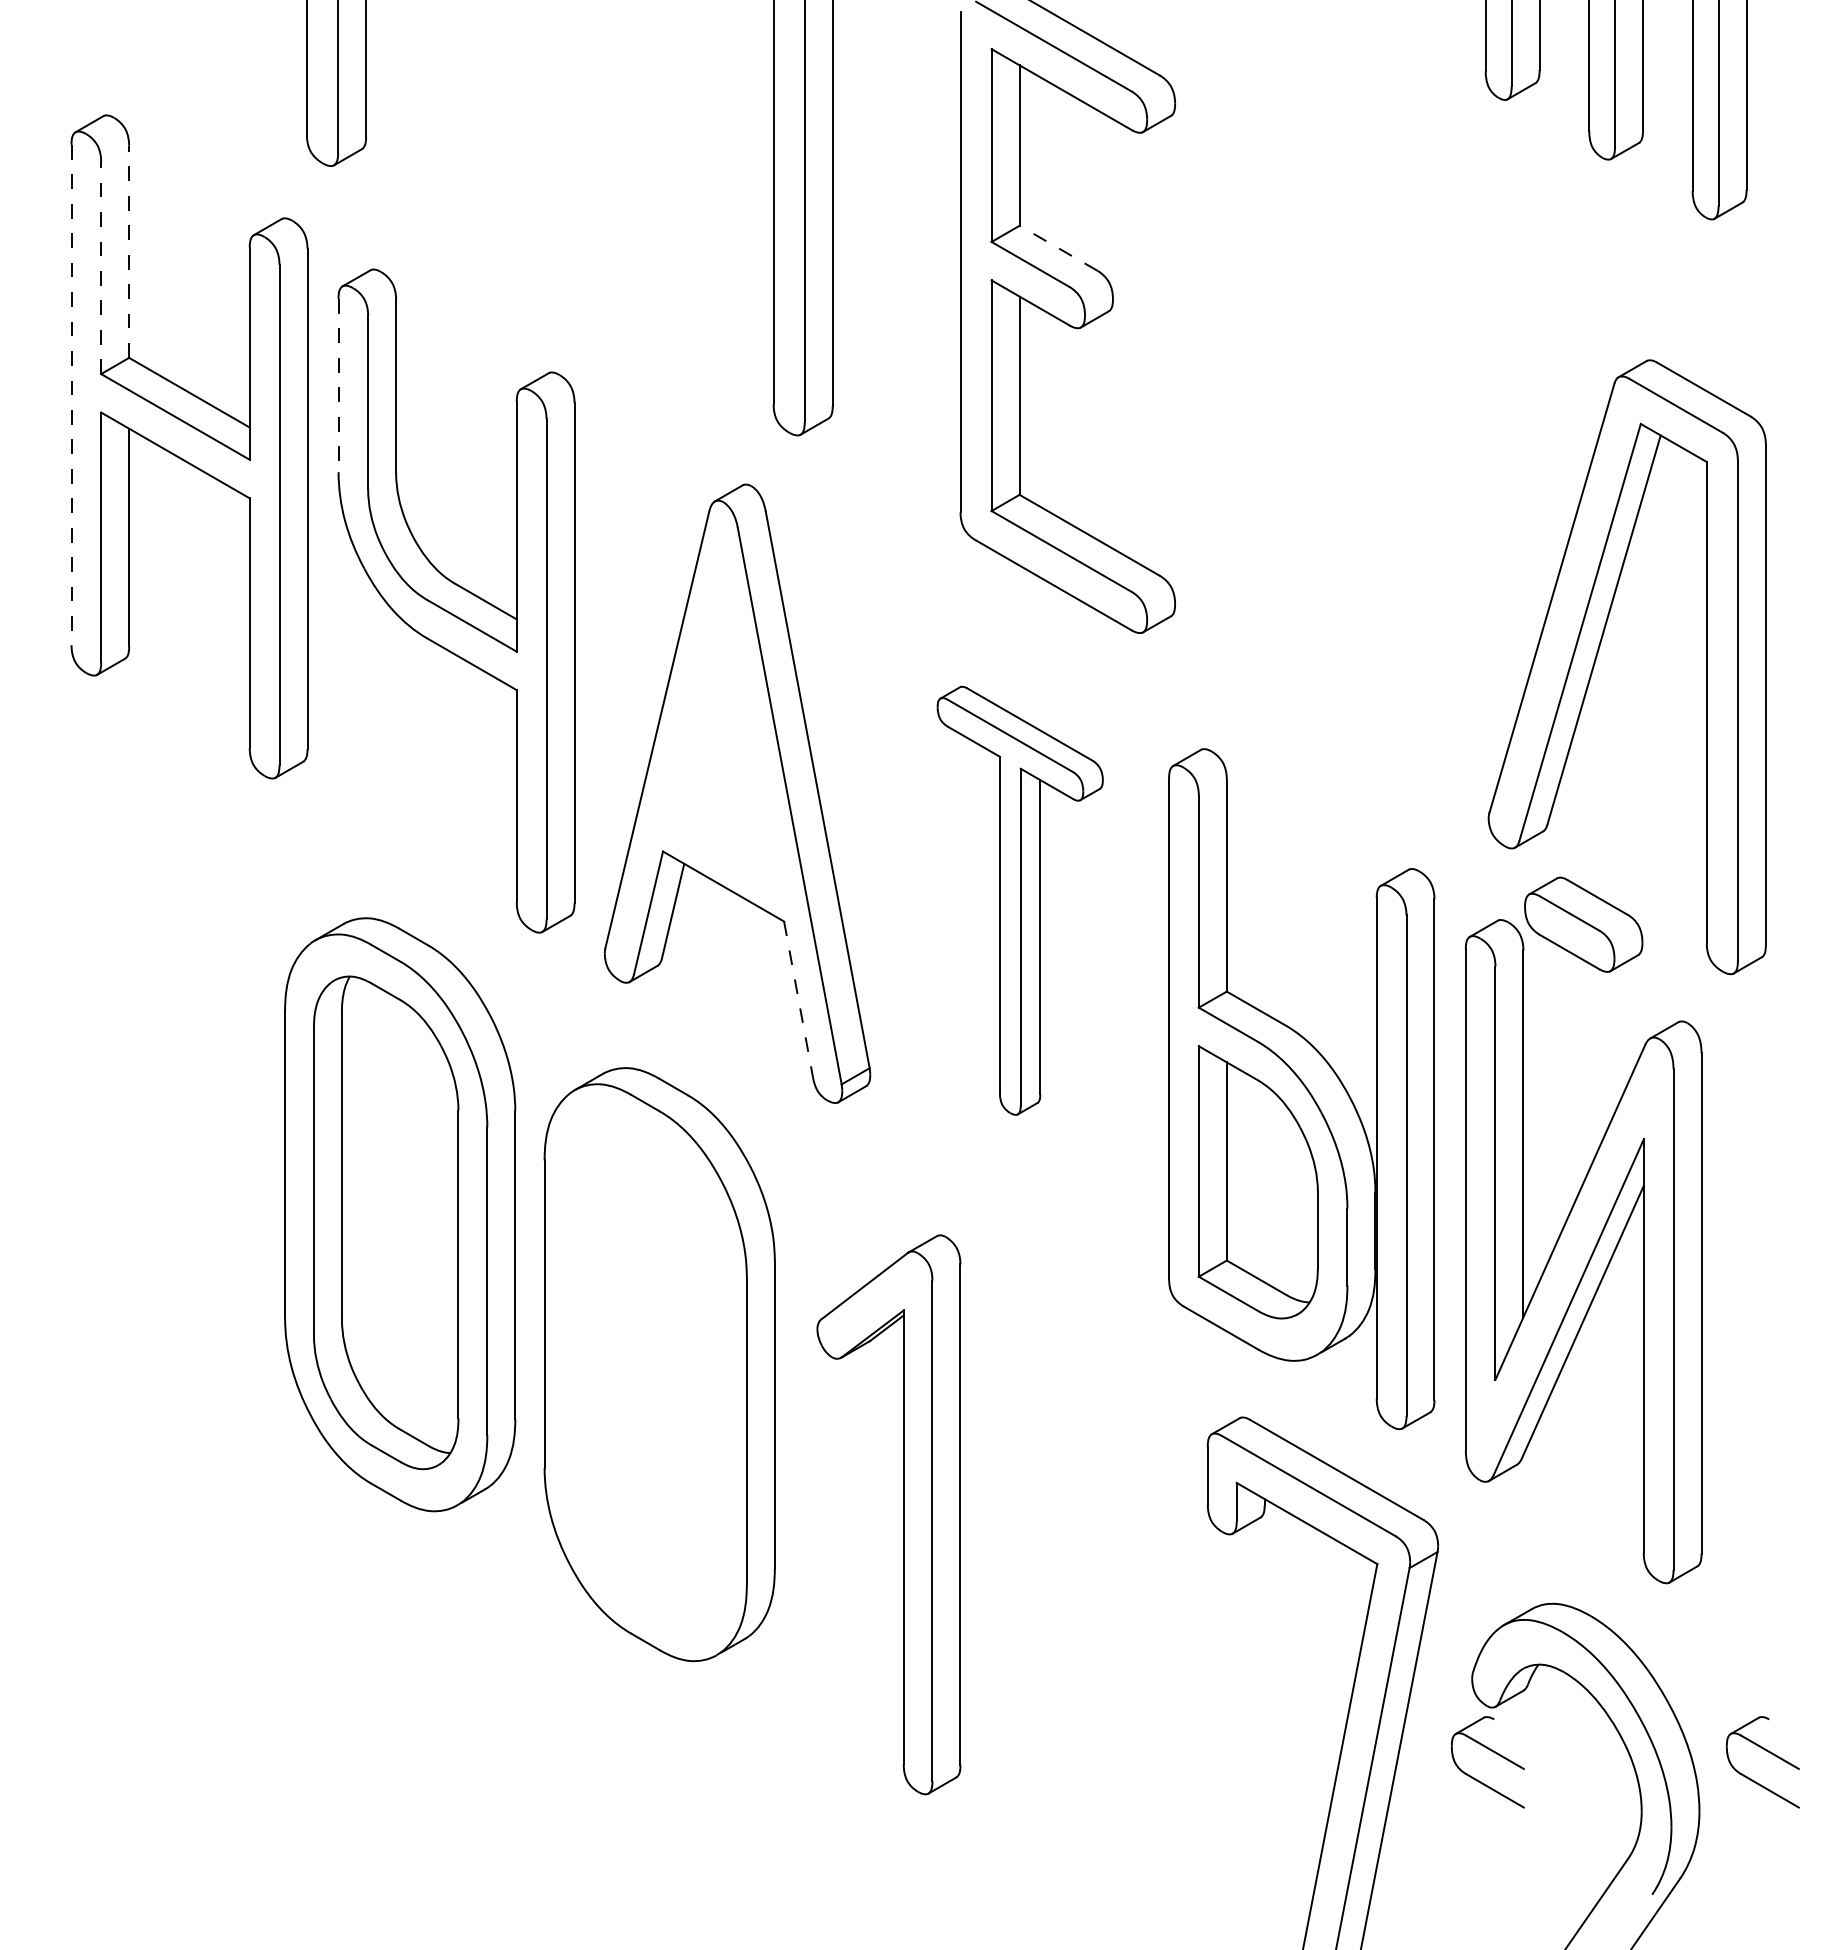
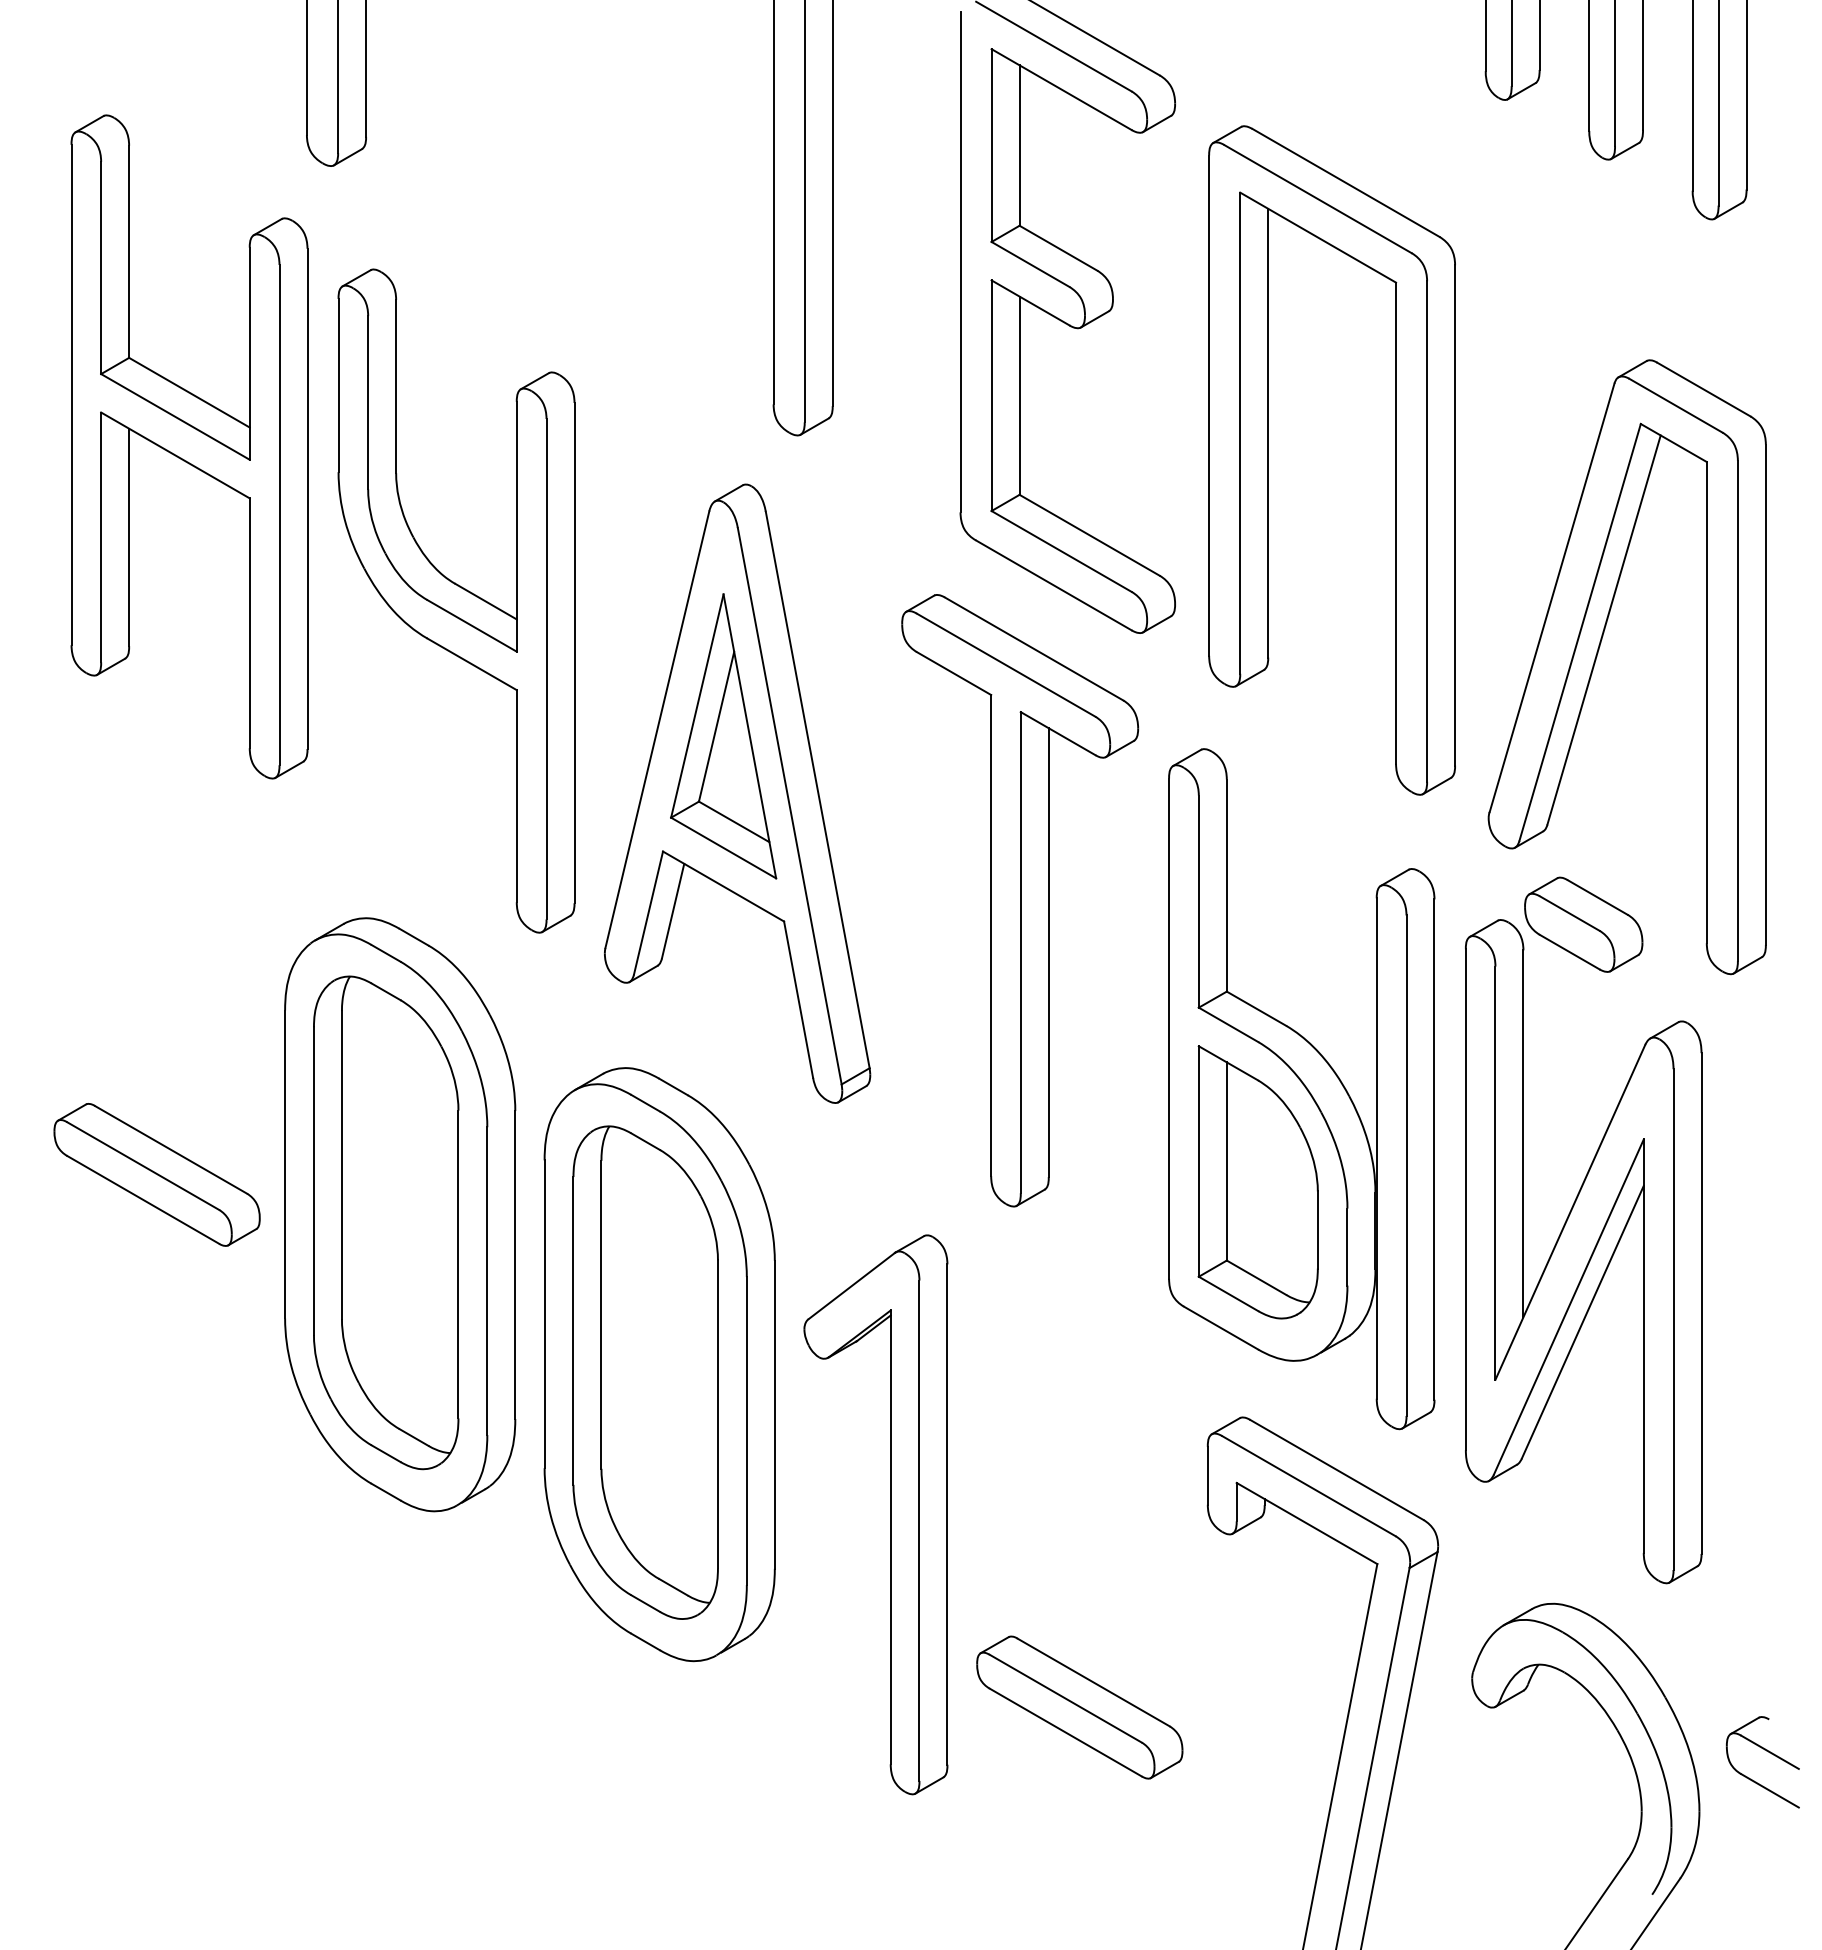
line at (1058, 248): dashed -> solid
line at (129, 251): dashed -> solid
line at (101, 267): dashed -> solid
line at (338, 385): dashed -> solid
line at (71, 395): dashed -> solid
part at (1268, 460): none -> present
part at (723, 736): none -> present
part at (1019, 900) size: 168x431 px -> 239x614 px
line at (798, 999): dashed -> solid
part at (156, 1174): none -> present
part at (645, 1372): none -> present
part at (903, 1514) position: (903, 1514) -> (890, 1514)
part at (1079, 1707): none -> present
part at (1494, 1753): present -> none
